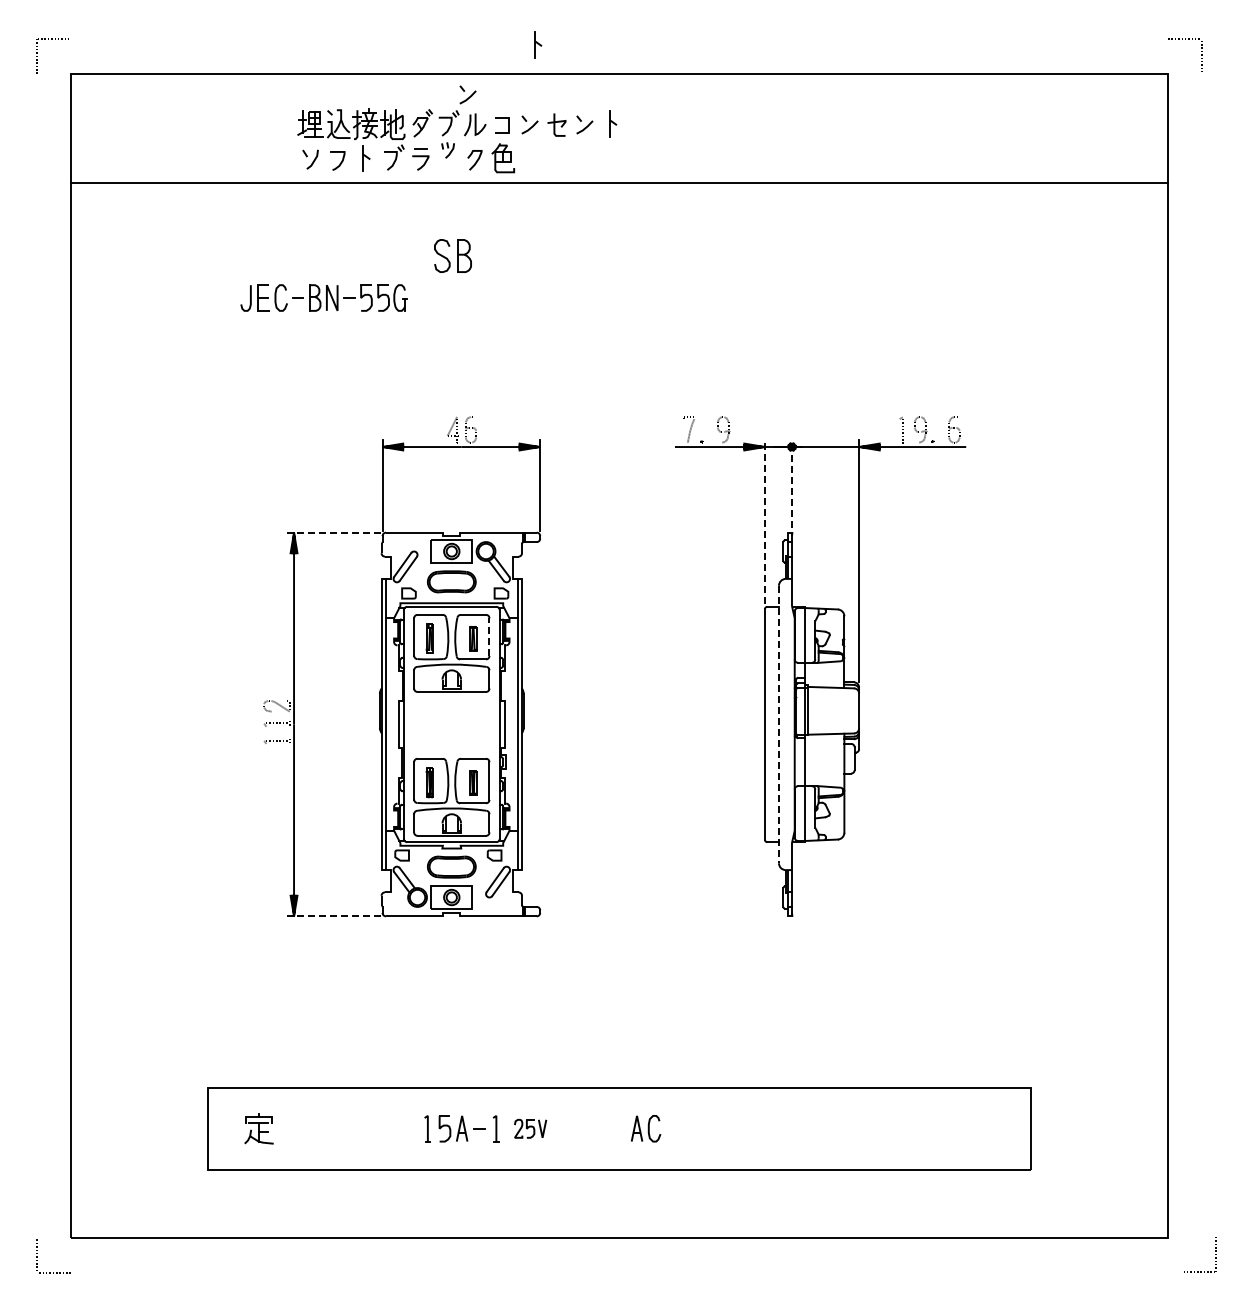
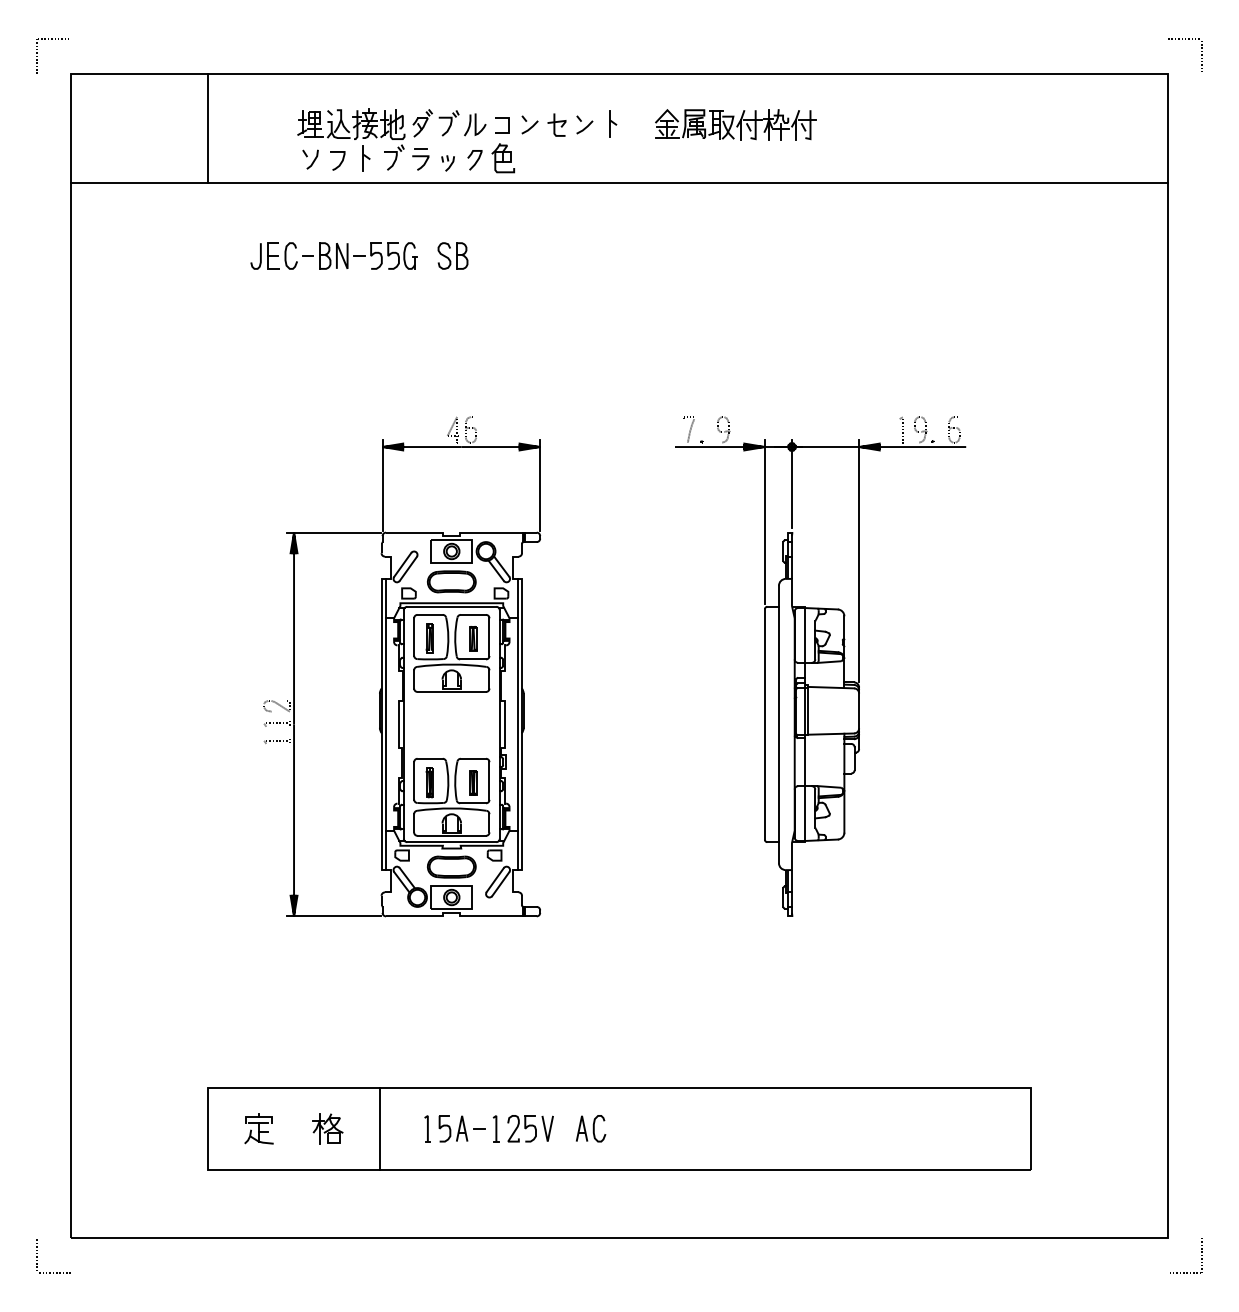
part at (538, 44): present -> none
part at (467, 94): present -> none
part at (735, 124): none -> present
line at (208, 128): none -> present
part at (447, 150) position: (447, 150) -> (447, 163)
part at (452, 255) size: 38x34 px -> 32x28 px
part at (323, 297) position: (323, 297) -> (333, 255)
line at (791, 483): dashed -> solid
line at (764, 522): dashed -> solid
line at (334, 532): dashed -> solid
line at (489, 637): dashed -> solid
line at (778, 724): dashed -> solid
line at (334, 916): dashed -> solid
part at (327, 1128): none -> present
line at (379, 1128): none -> present
part at (530, 1128) size: 34x21 px -> 47x28 px
part at (646, 1128) position: (646, 1128) -> (591, 1128)
line at (1215, 1254) position: (1215, 1254) -> (1201, 1255)
